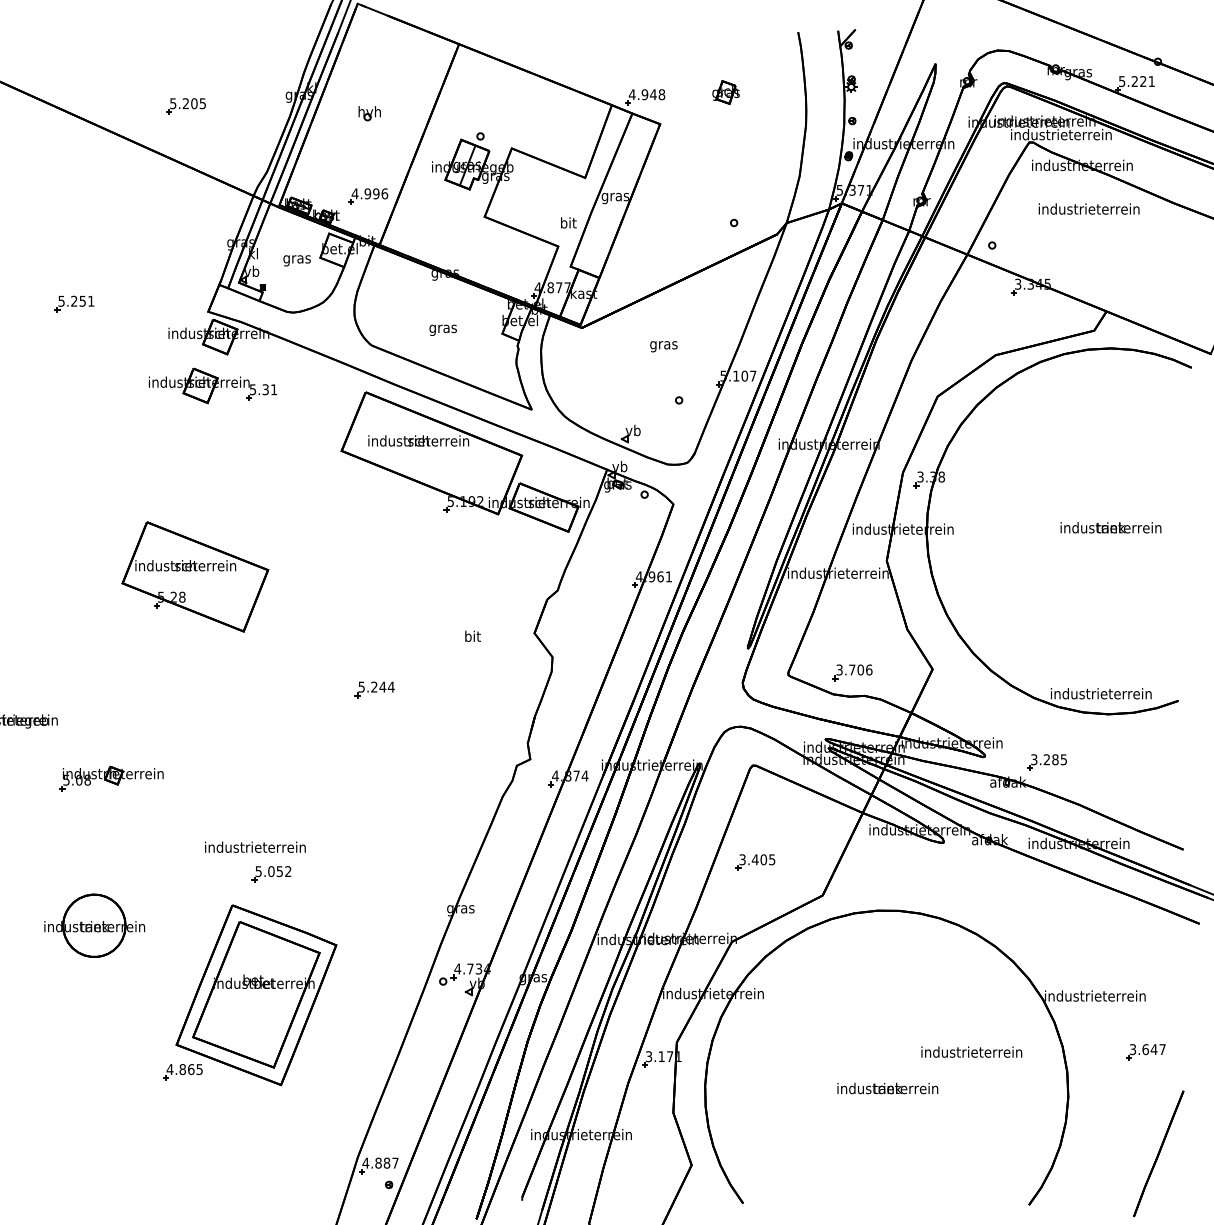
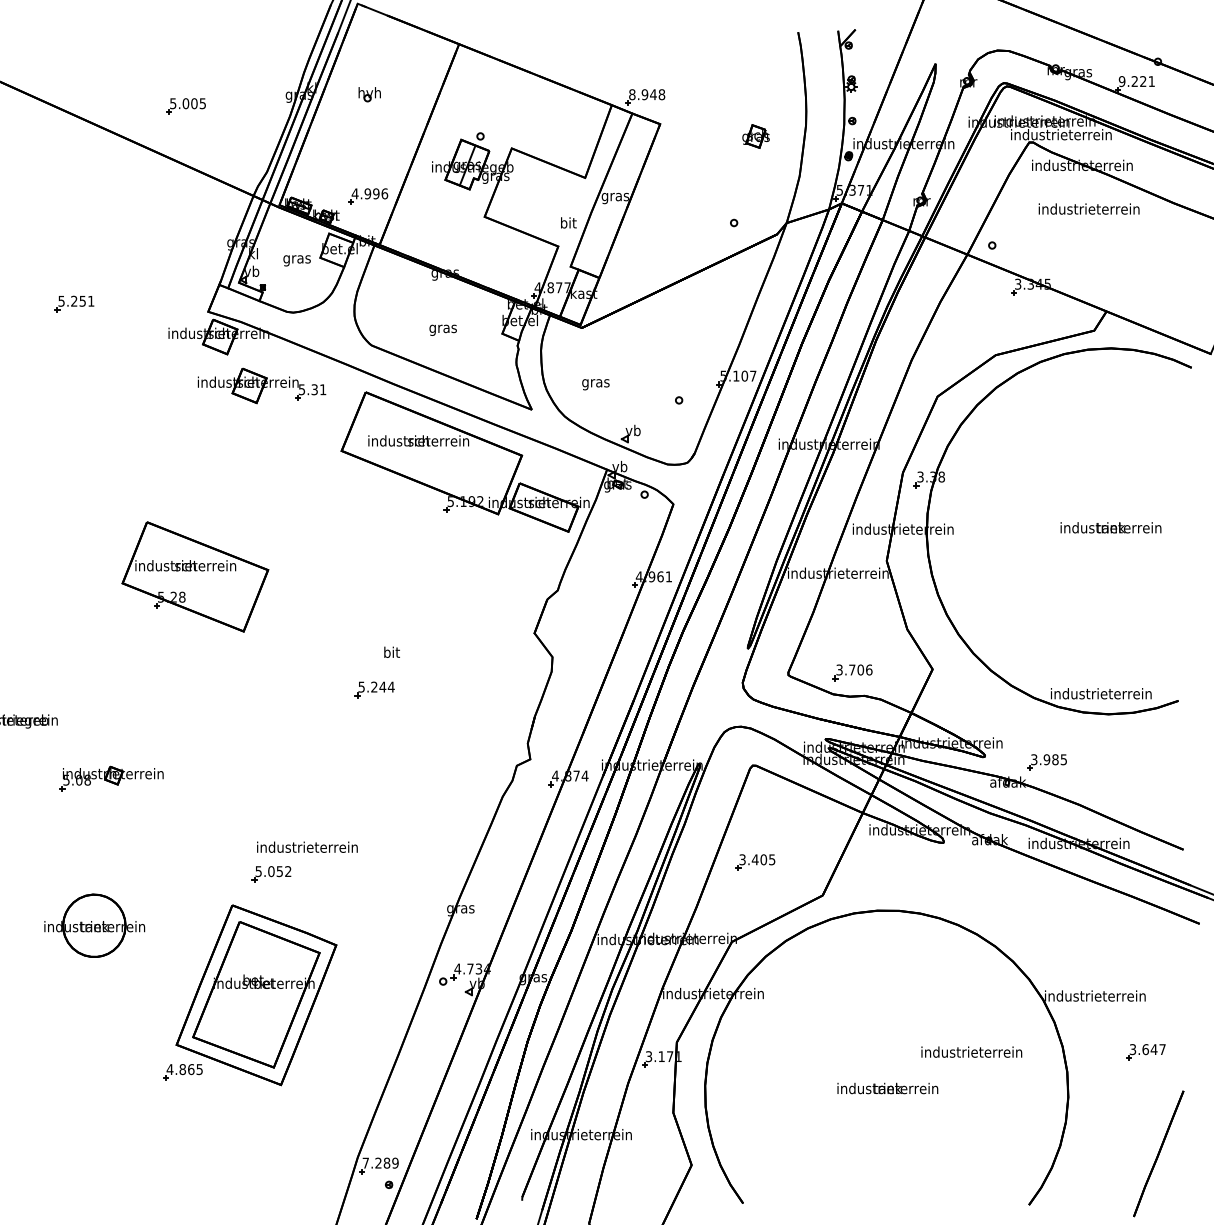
text at (1121, 81): 5.221 -> 9.221
part at (725, 92) position: (725, 92) -> (755, 136)
text at (631, 94): 4.948 -> 8.948
text at (185, 103): 5.205 -> 5.005
part at (369, 113) position: (369, 113) -> (369, 94)
text at (663, 346) position: (663, 346) -> (595, 384)
part at (212, 385) position: (212, 385) -> (261, 385)
text at (472, 635) position: (472, 635) -> (391, 651)
text at (1046, 759): 3.285 -> 3.985
text at (255, 846) position: (255, 846) -> (307, 846)
text at (380, 1162): 4.887 -> 7.289
